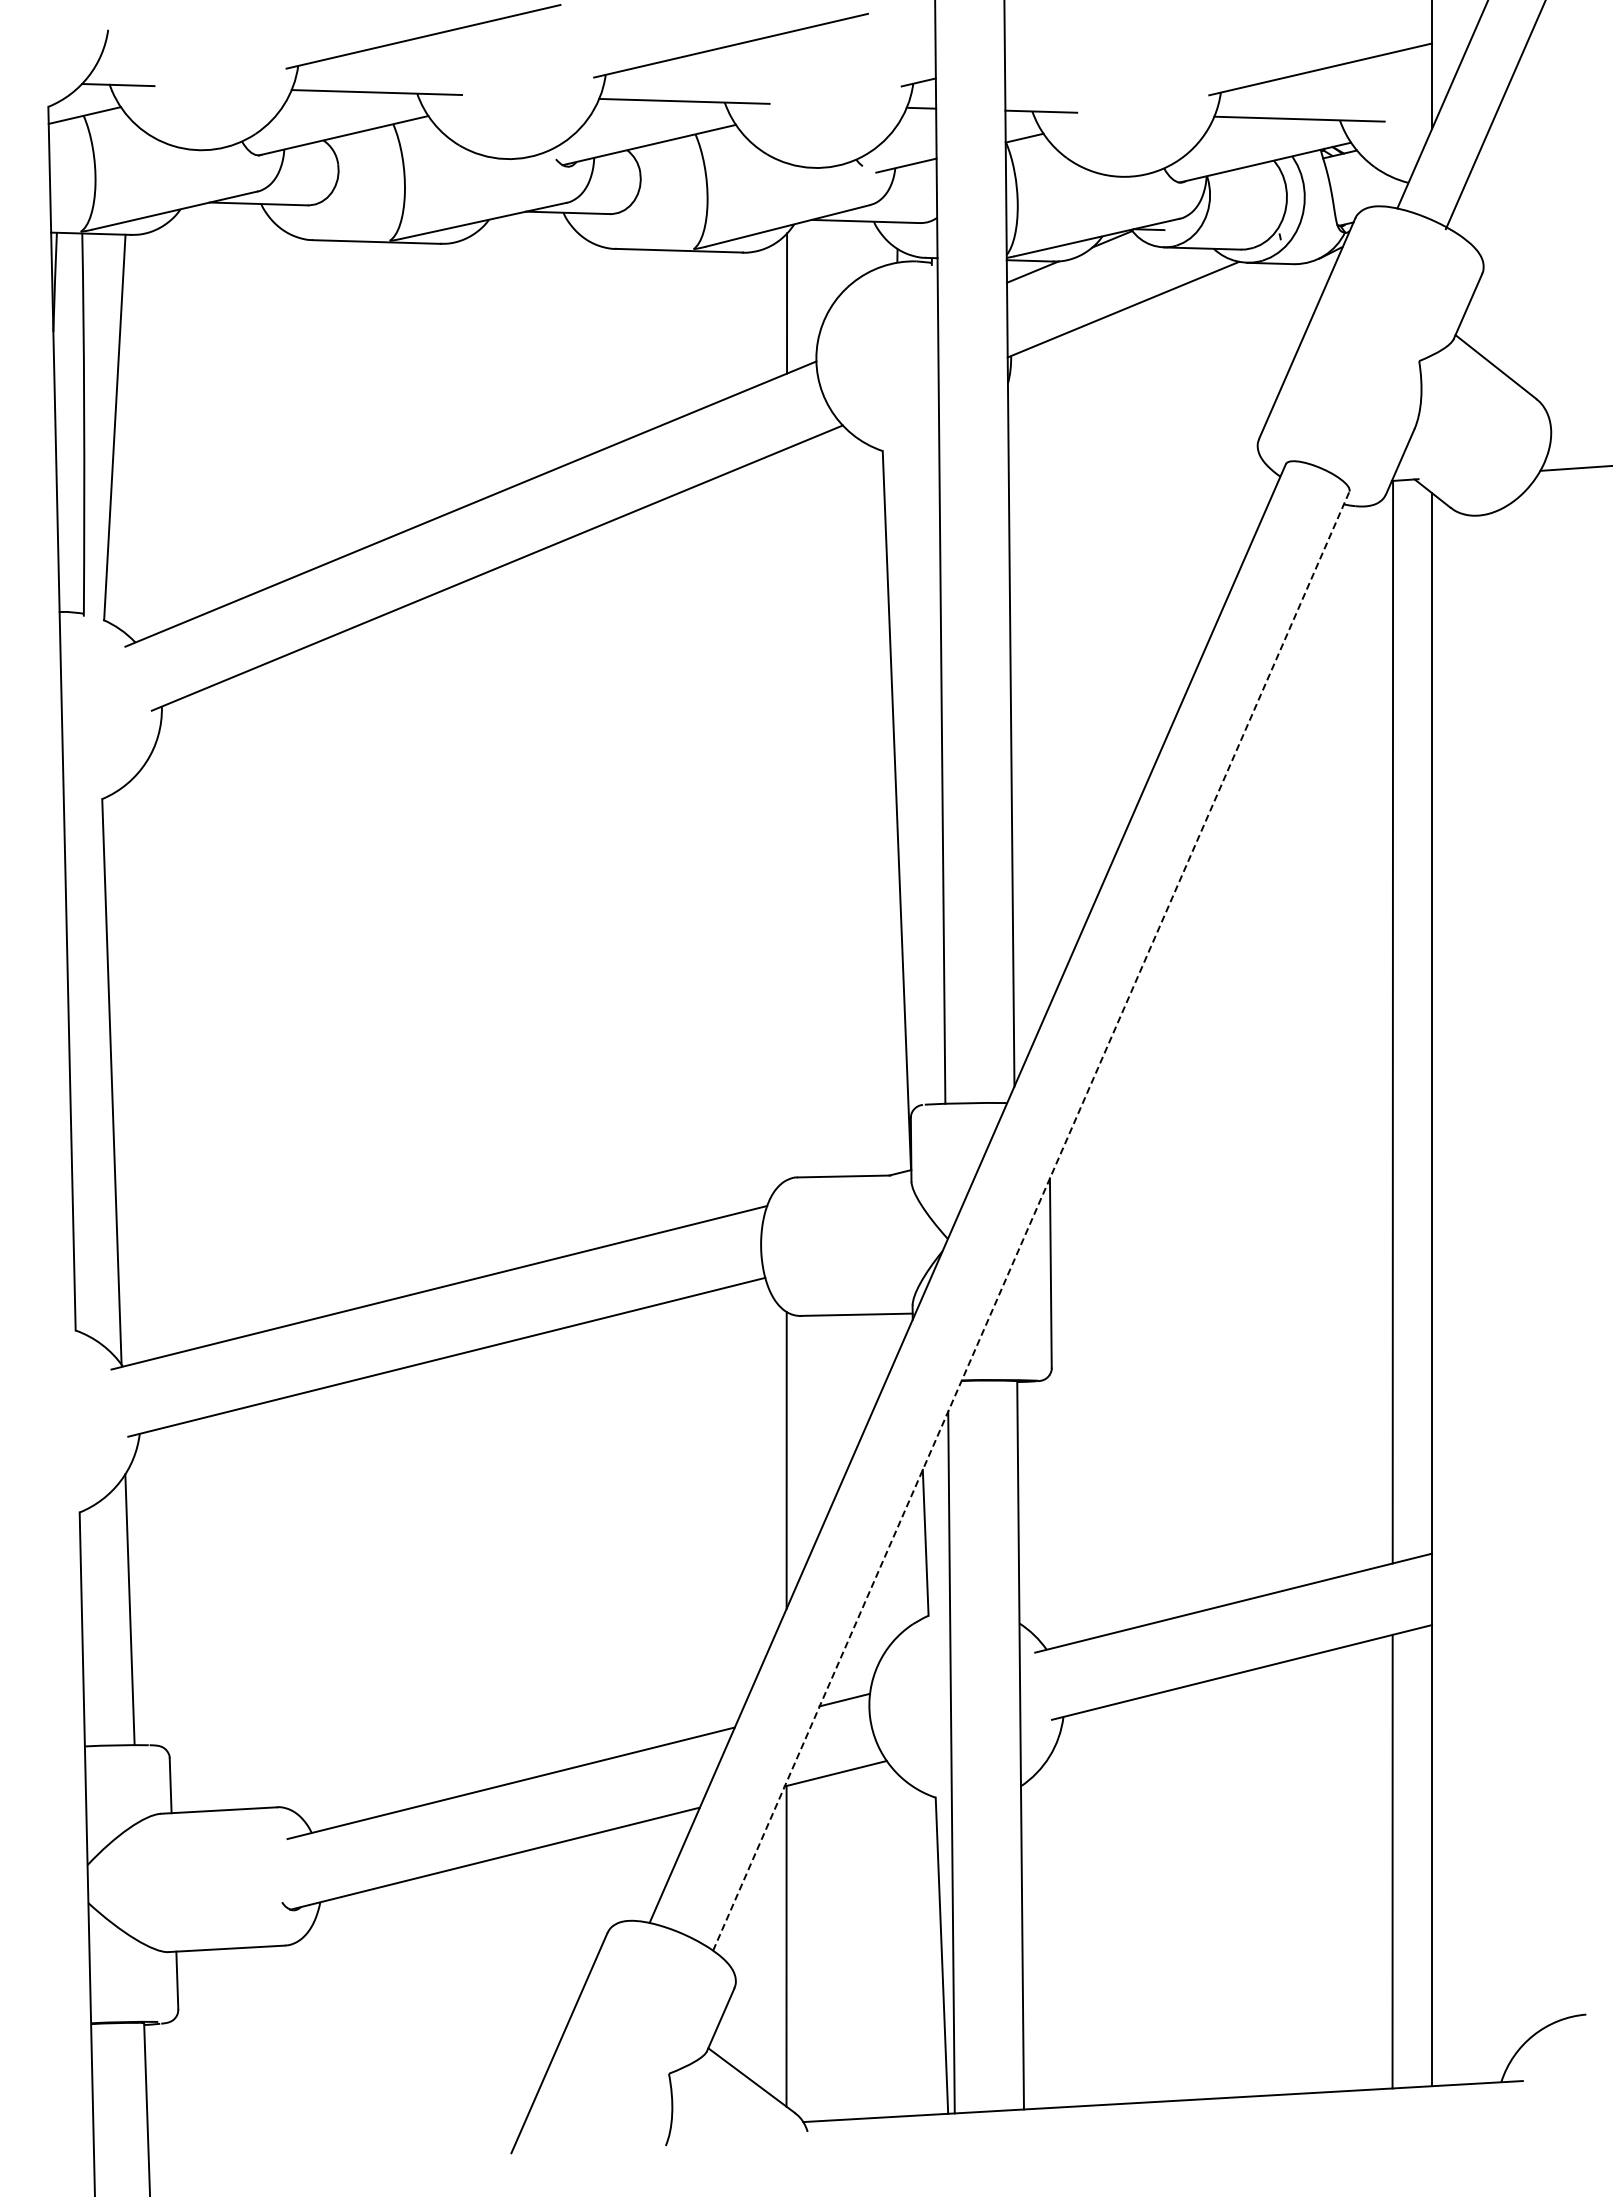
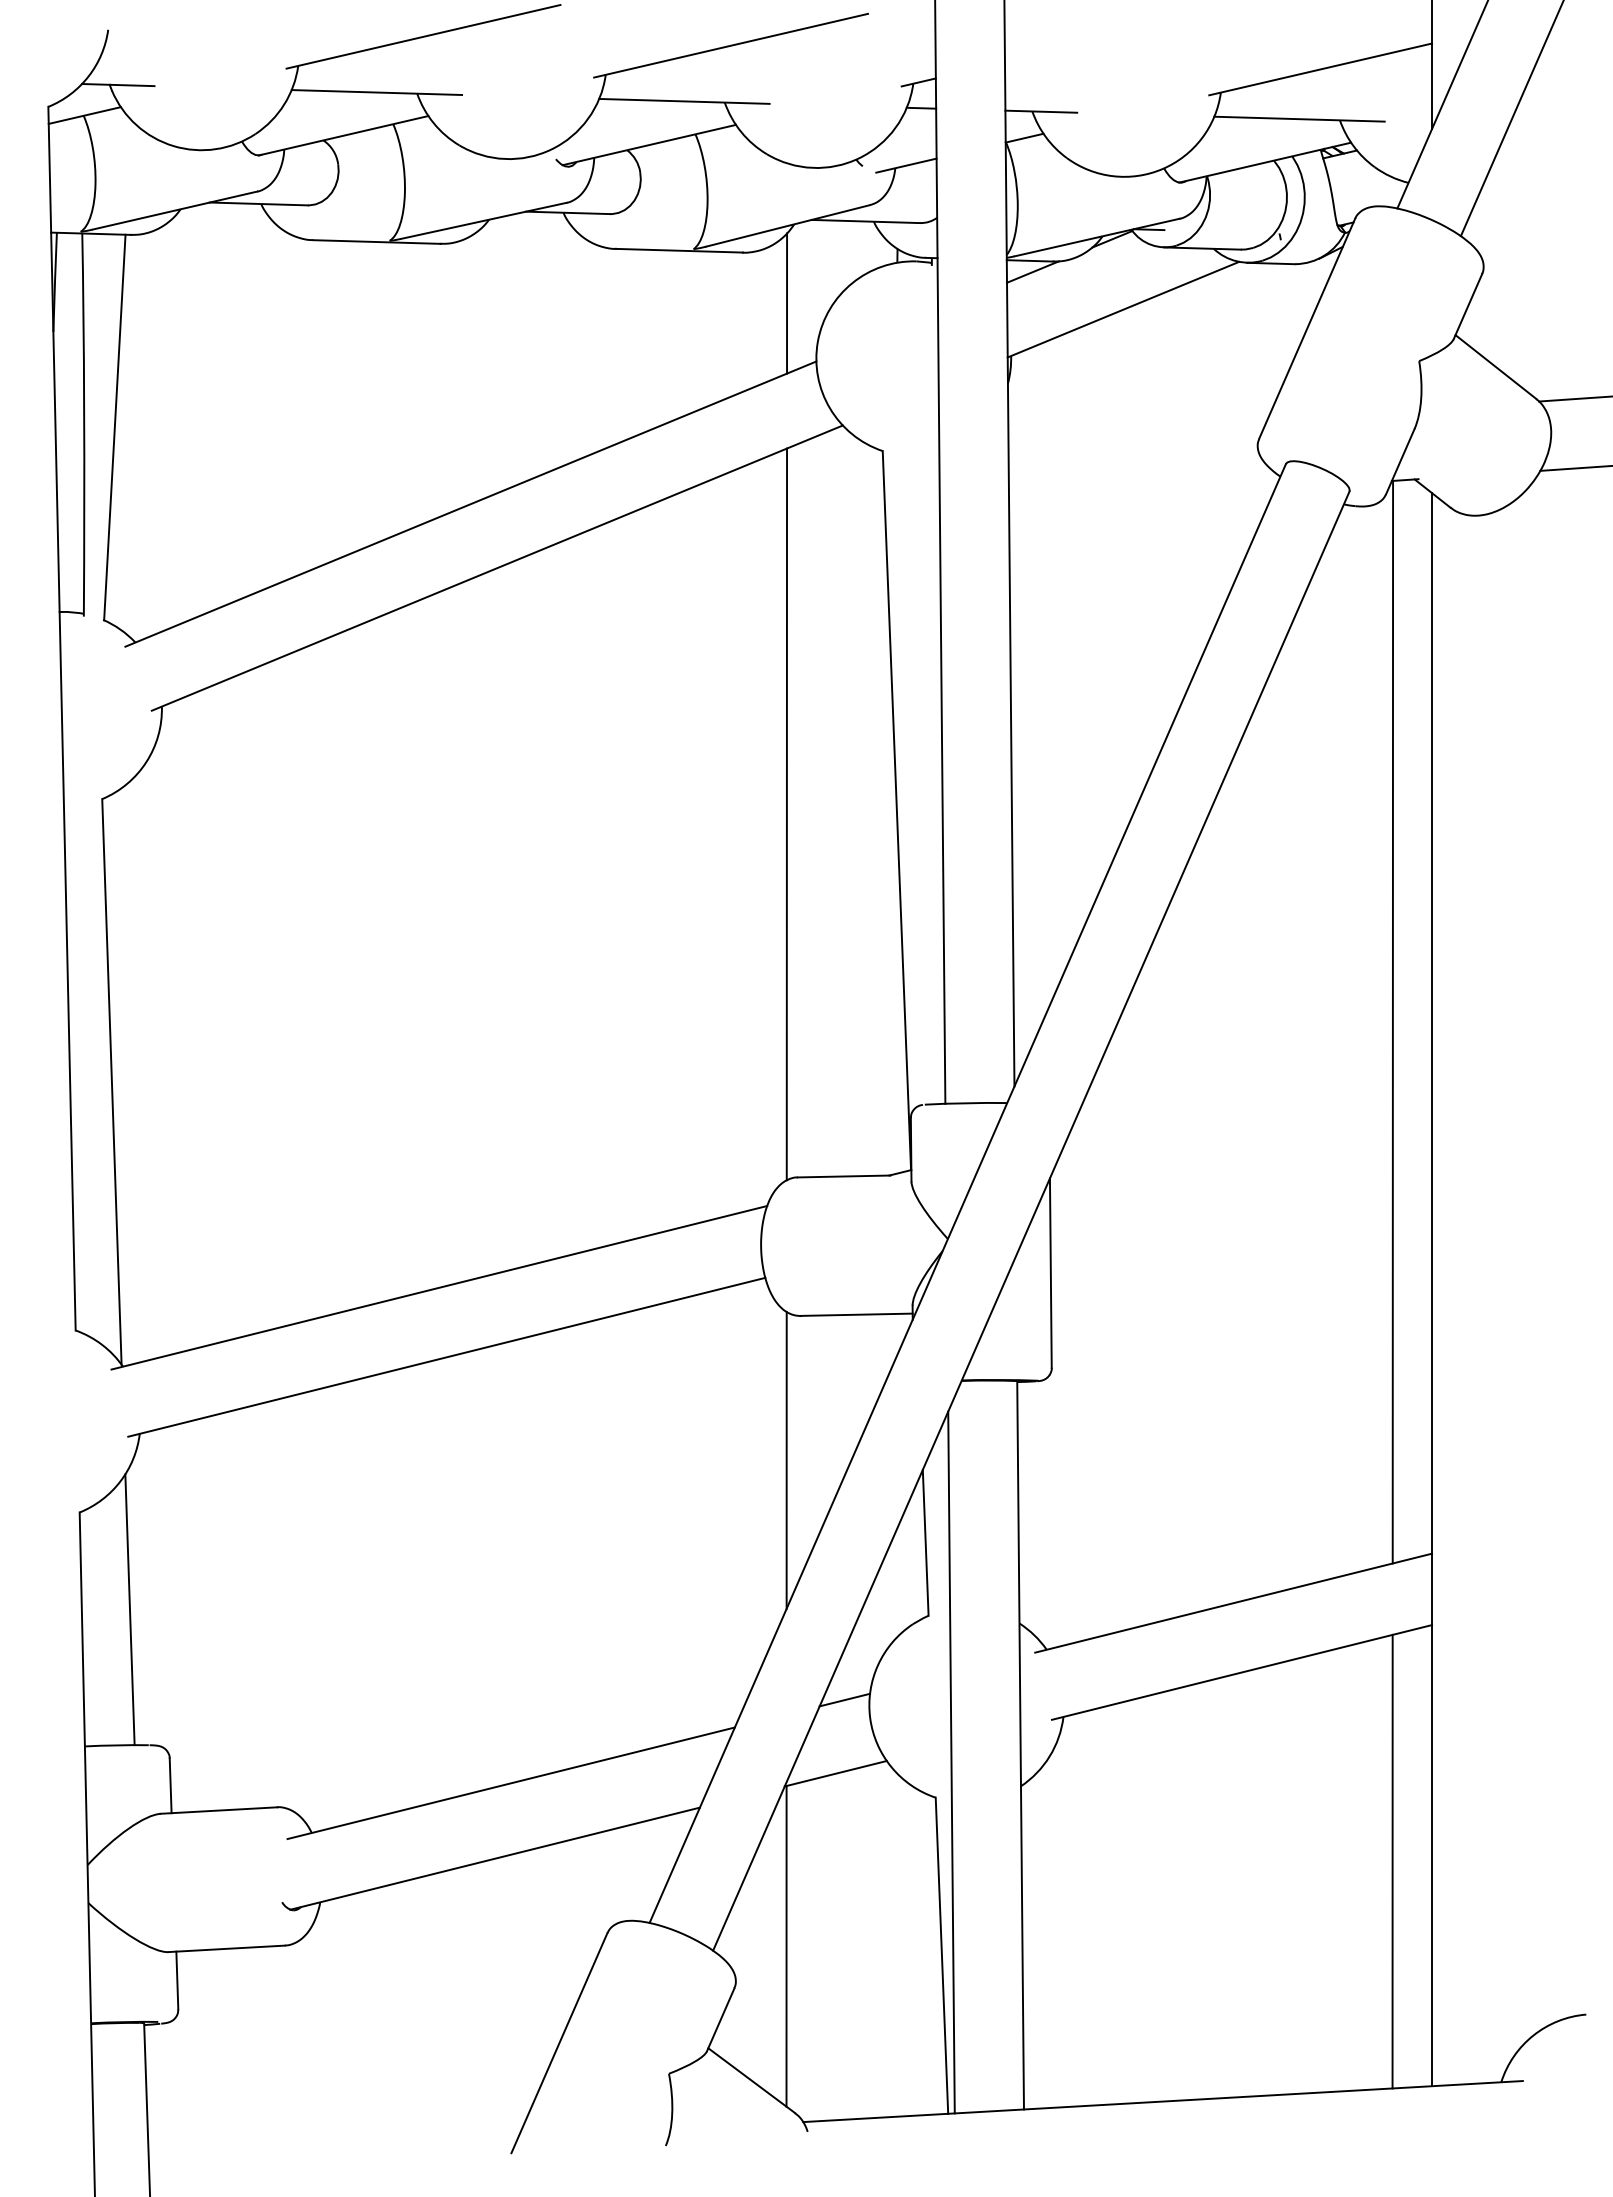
line at (1494, 115) position: (1494, 115) -> (1511, 119)
line at (1574, 398): none -> present
line at (786, 814): none -> present
line at (1031, 1221): dashed -> solid
